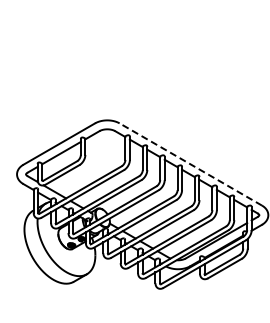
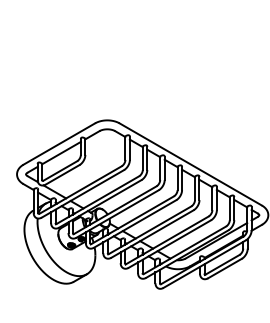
line at (190, 164): dashed -> solid
